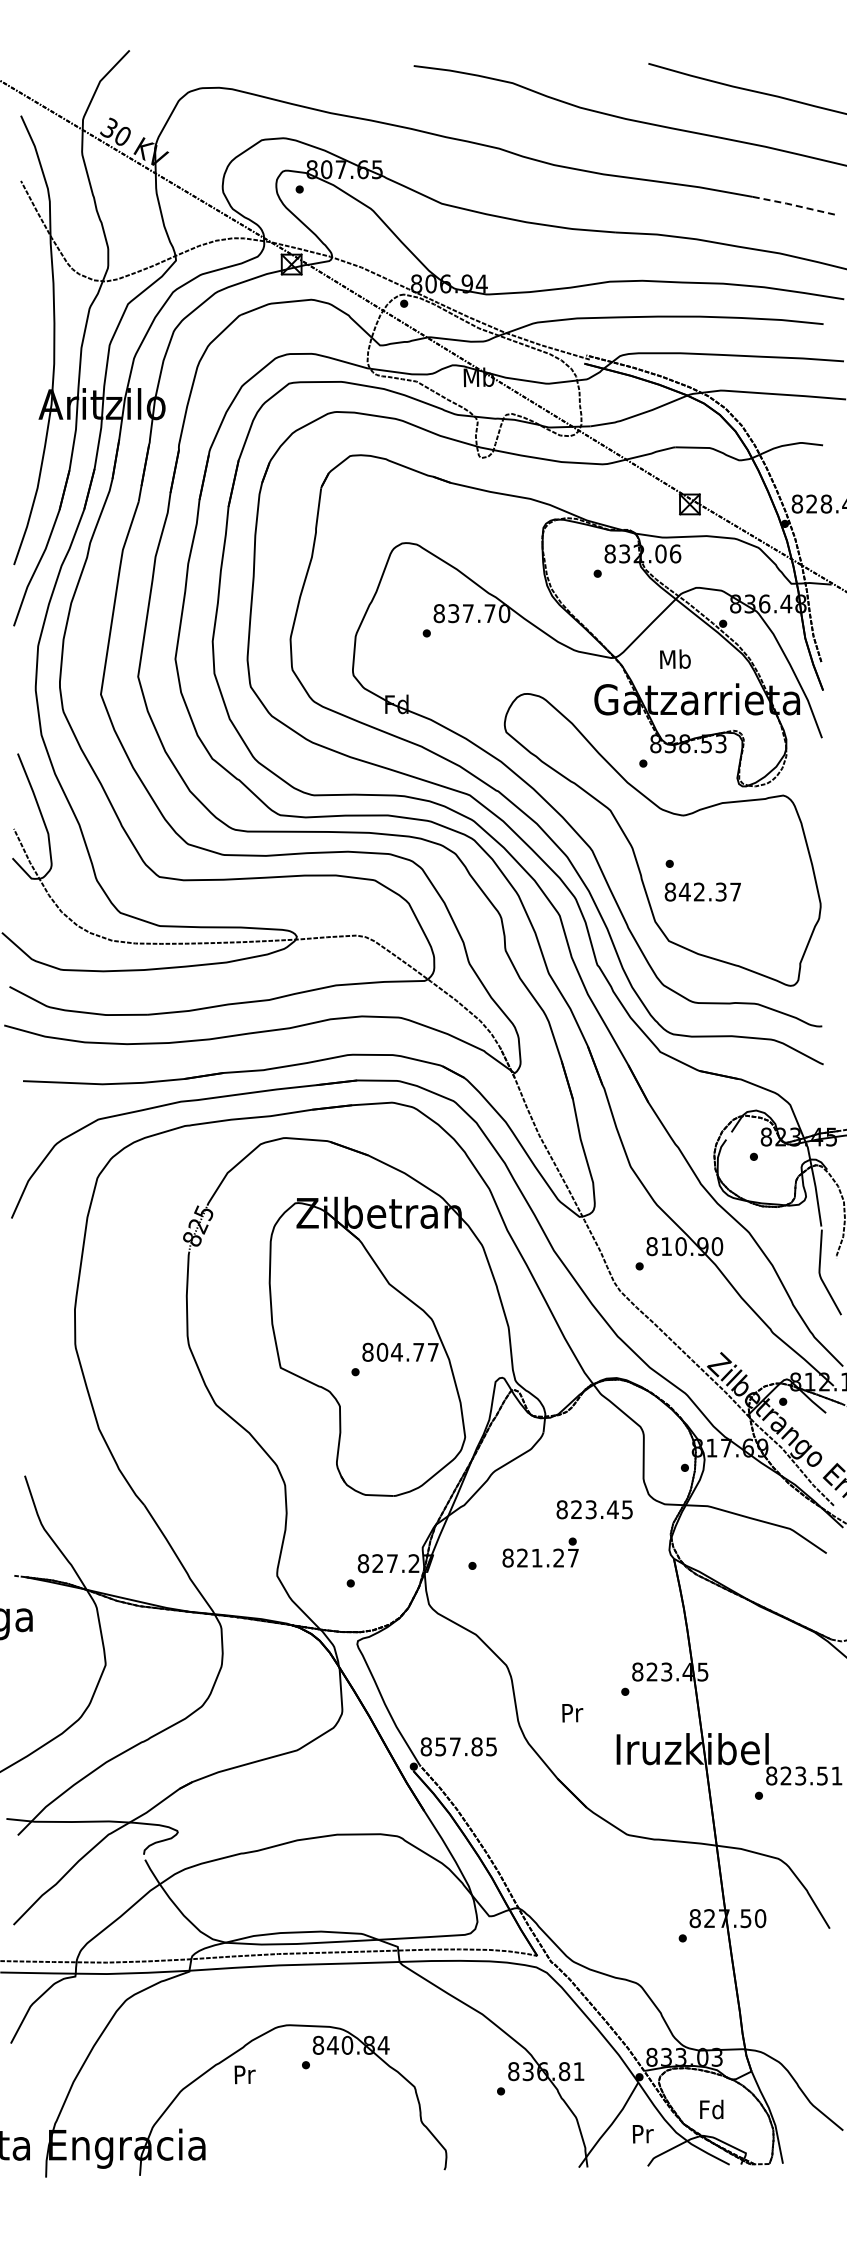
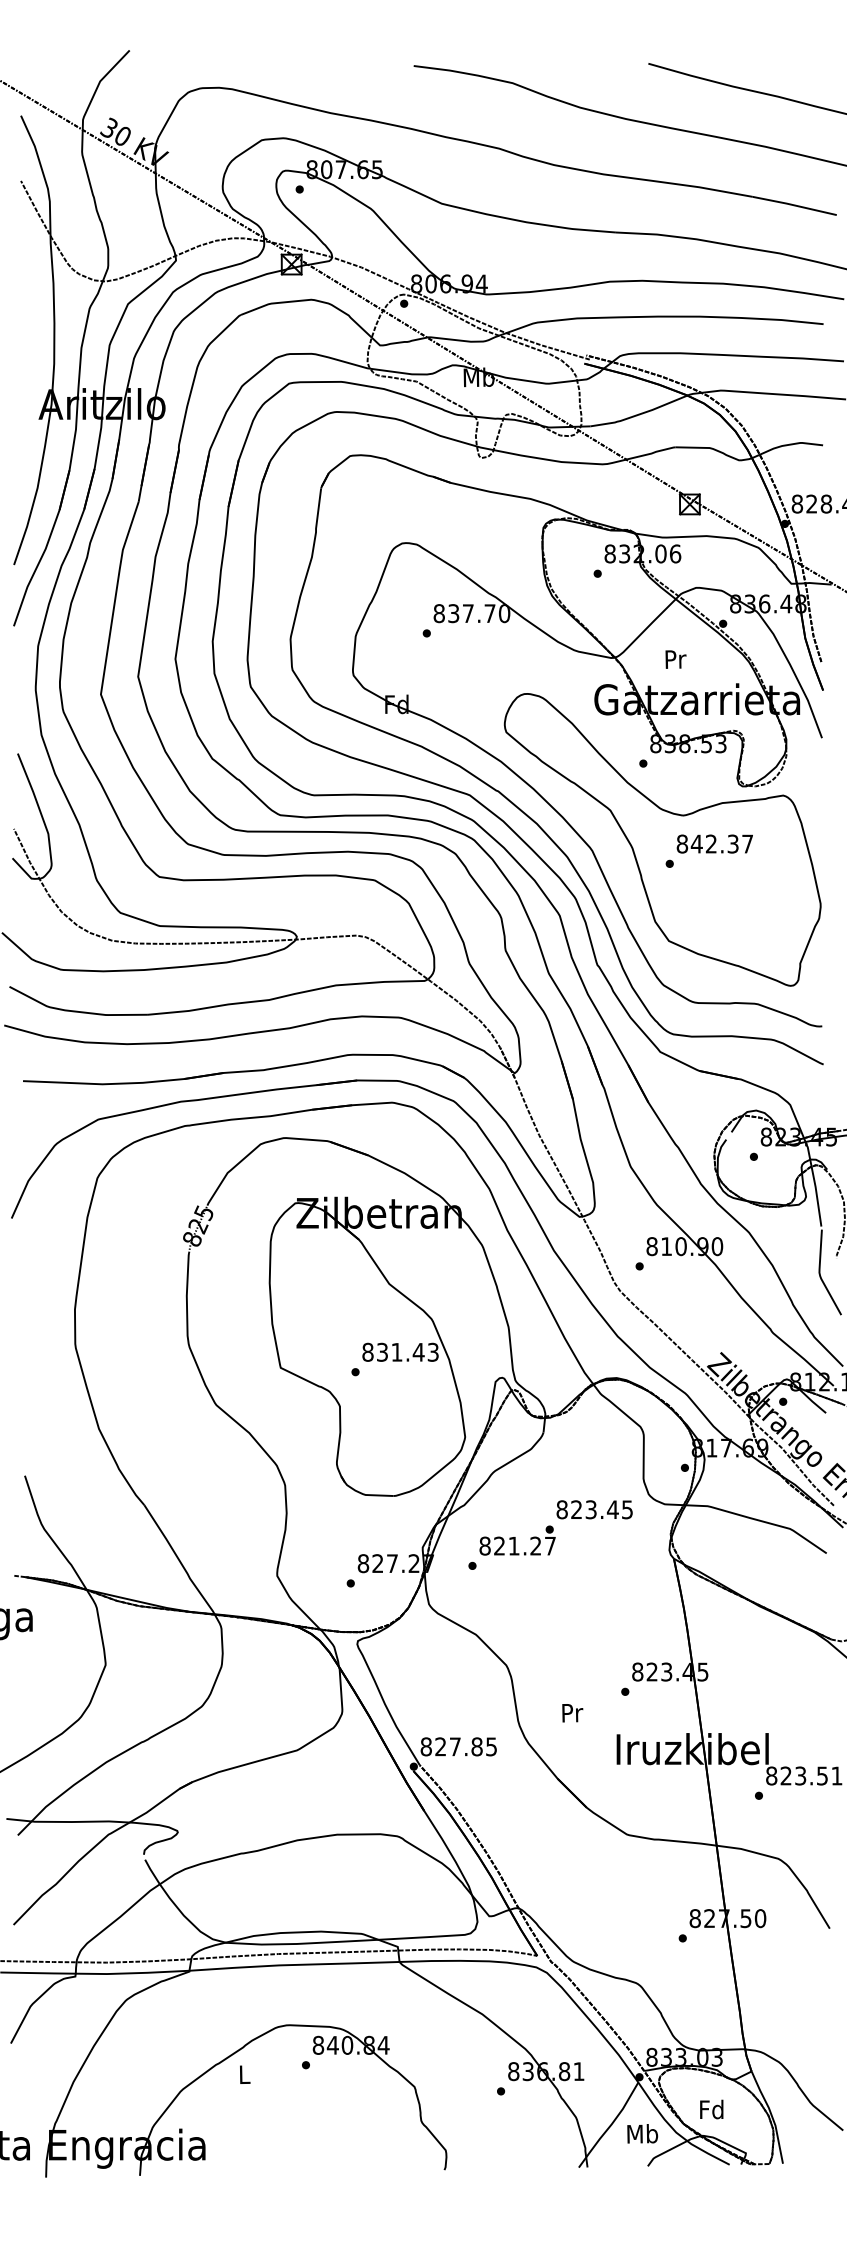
line at (794, 205): dashed -> solid
text at (675, 658): Mb -> Pr
text at (702, 891) position: (702, 891) -> (714, 843)
text at (407, 1351): 804.77 -> 831.43
text at (540, 1552) position: (540, 1552) -> (517, 1540)
text at (440, 1746): 857.85 -> 827.85
text at (244, 2074): Pr -> L
text at (642, 2133): Pr -> Mb
